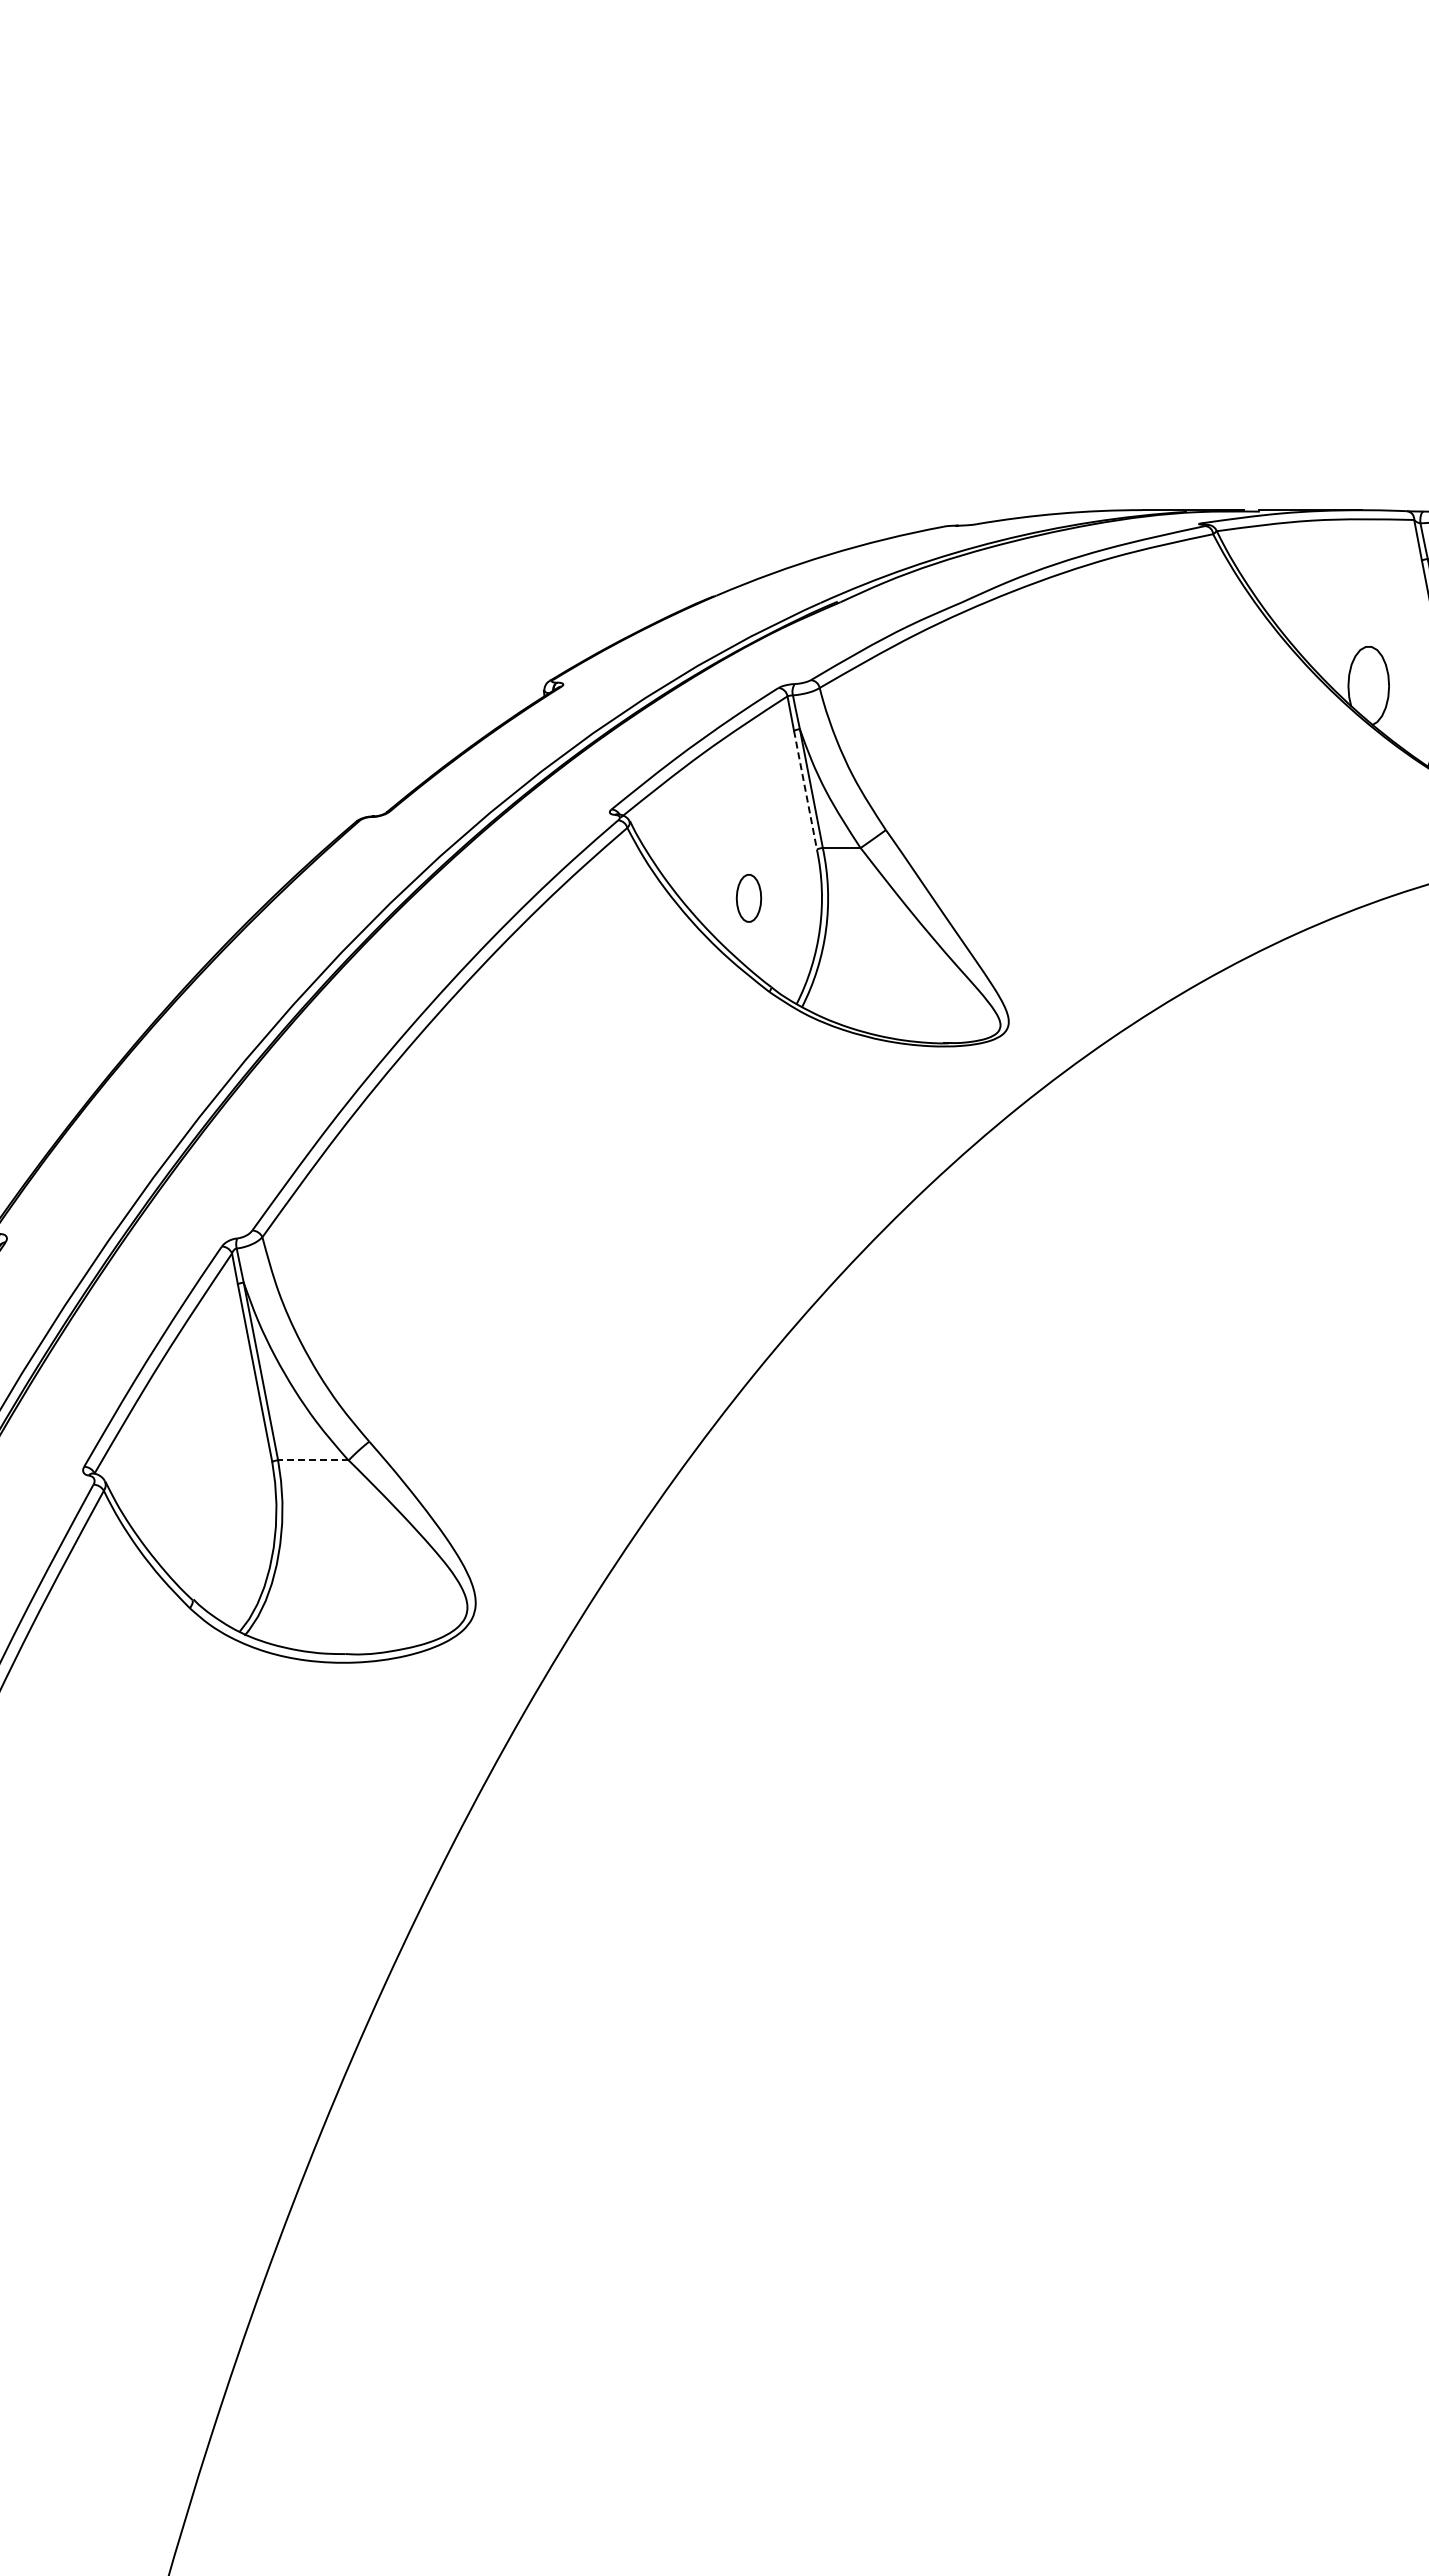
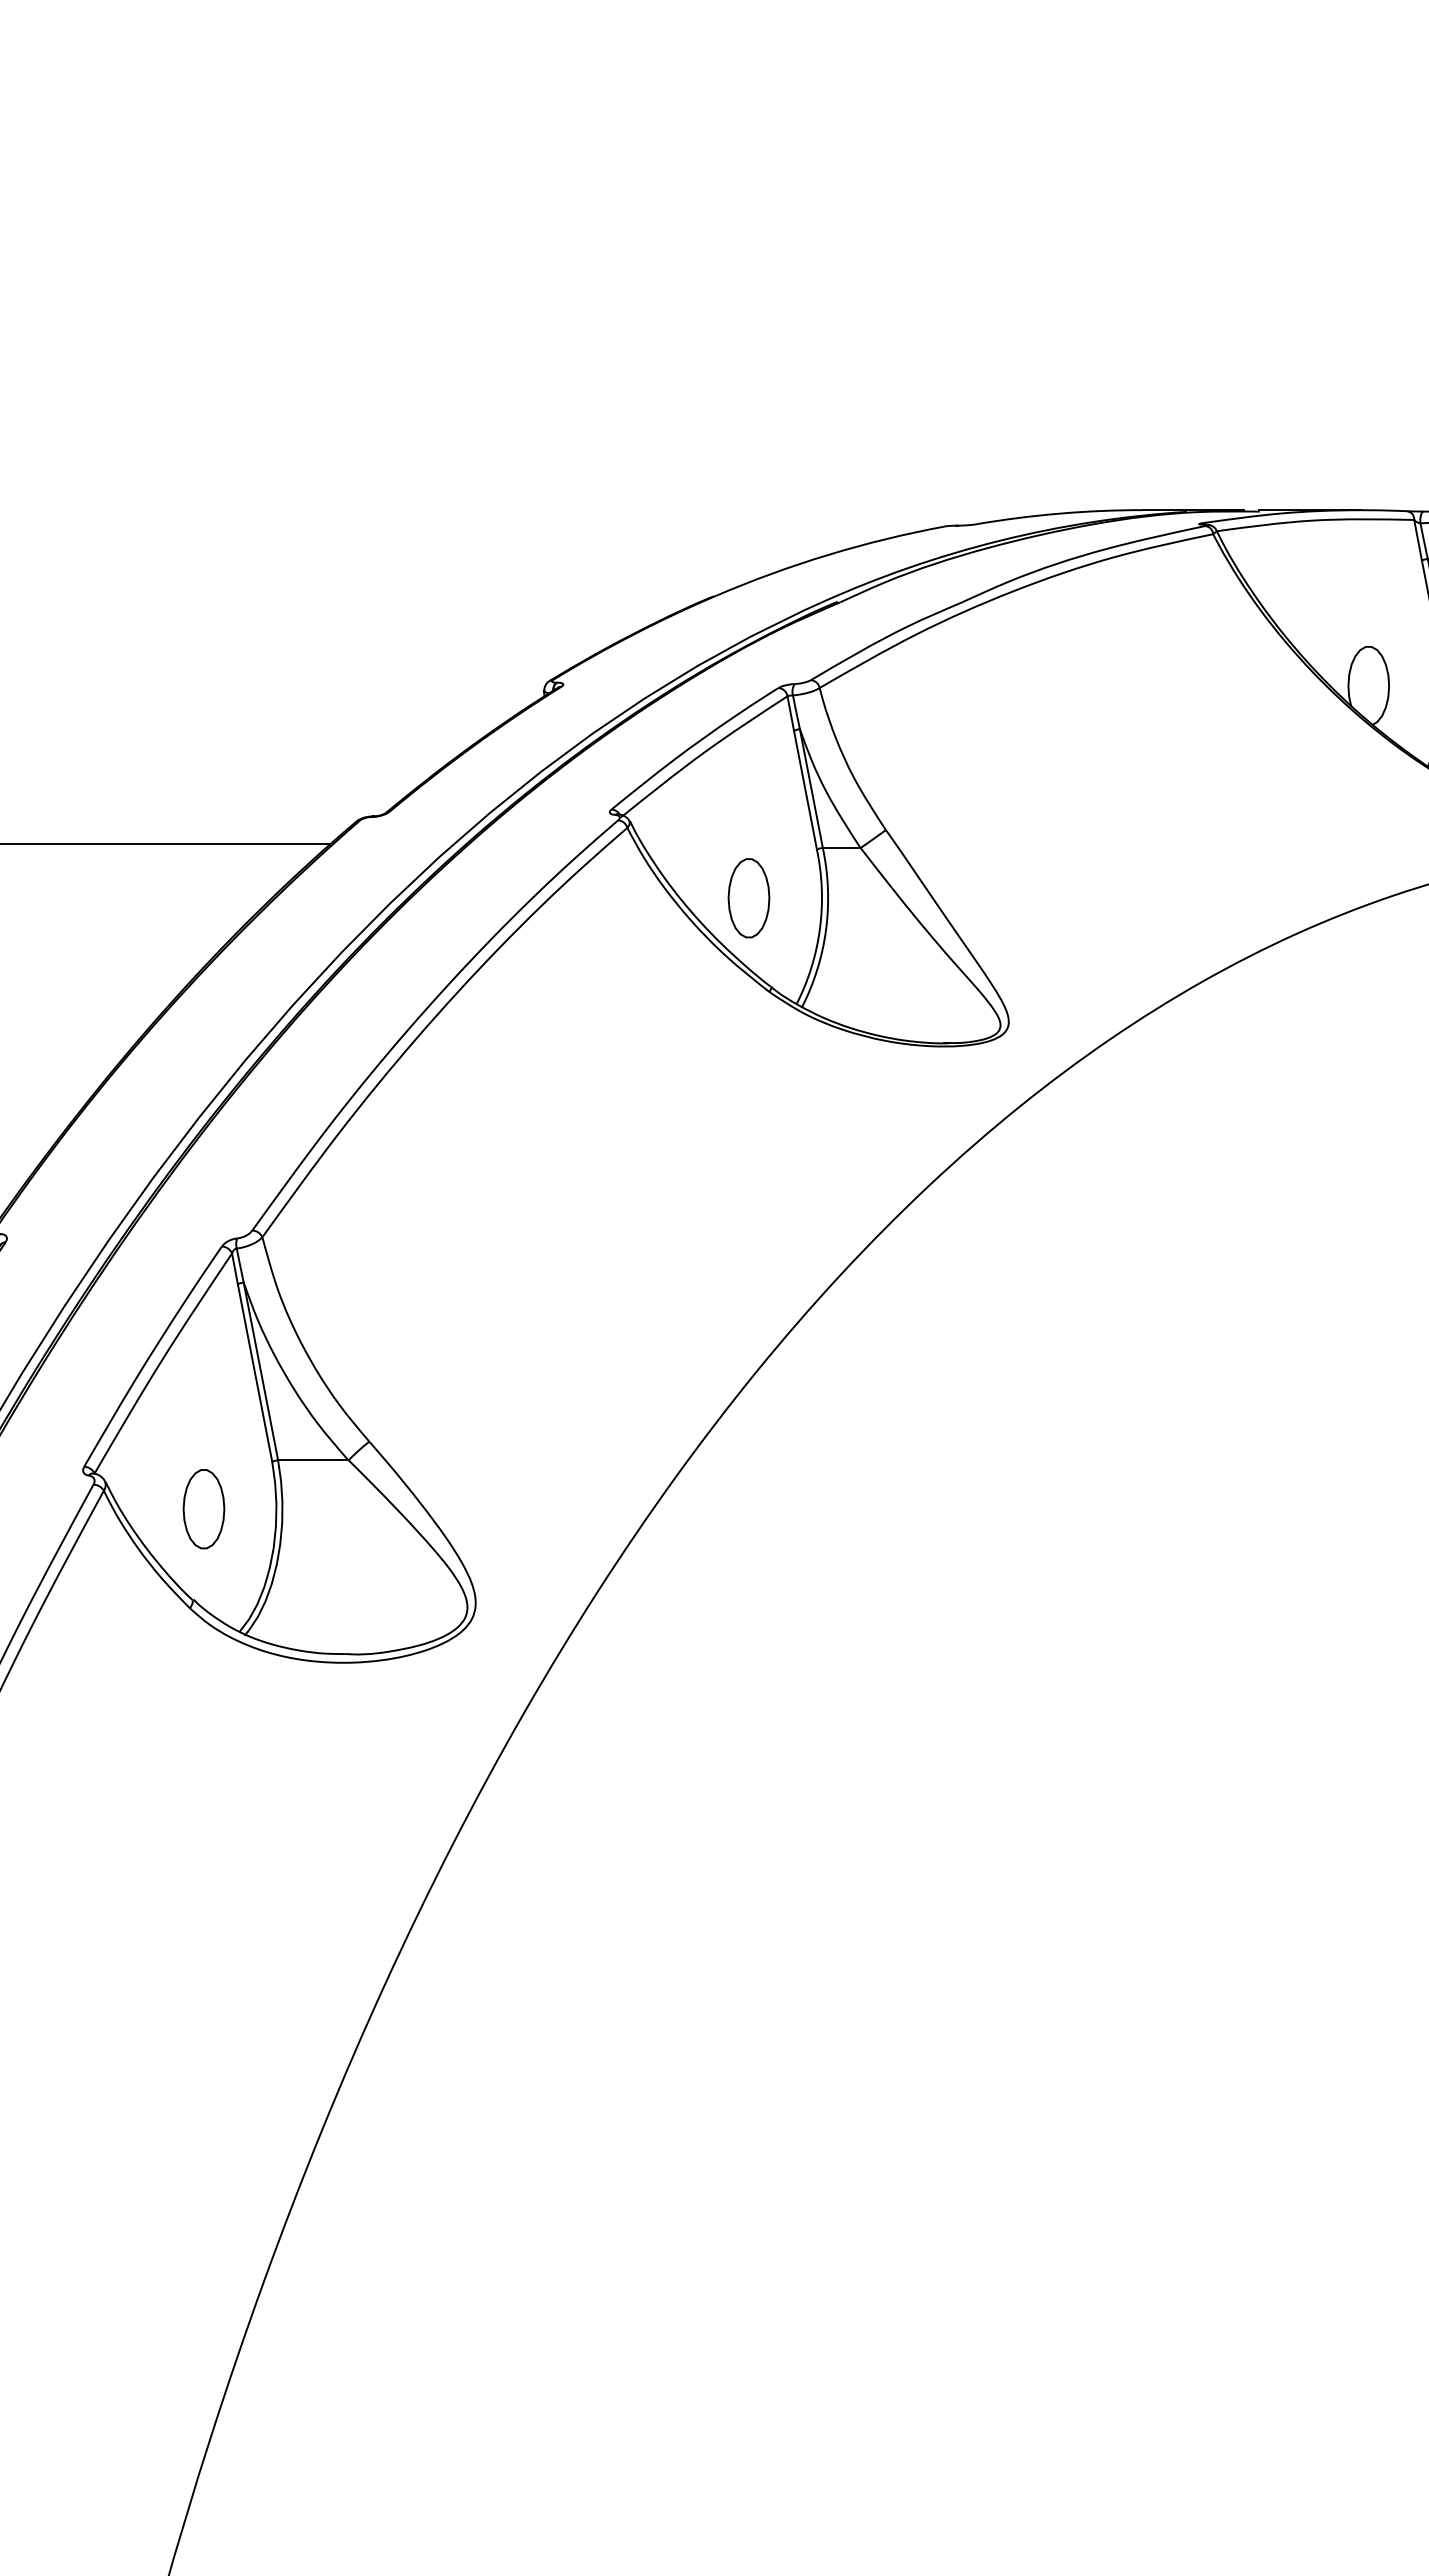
line at (805, 790): dashed -> solid
line at (166, 844): none -> present
part at (748, 898) size: 28x49 px -> 44x81 px
line at (312, 1460): dashed -> solid
part at (203, 1509): none -> present
